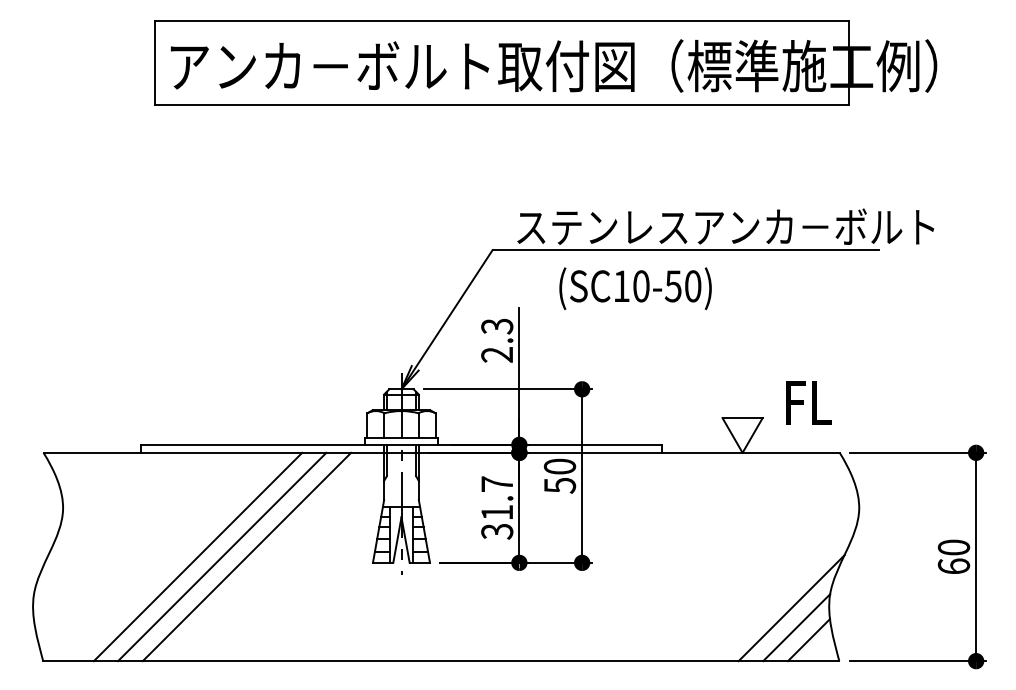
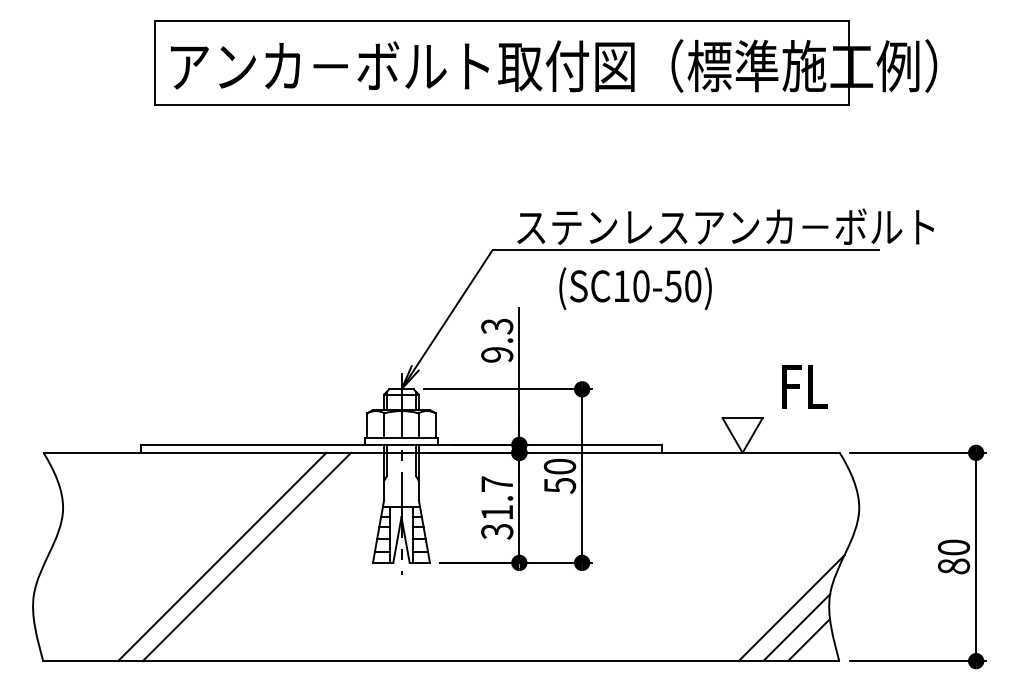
text at (497, 354): 2.3 -> 9.3
text at (808, 402) position: (808, 402) -> (804, 386)
line at (197, 556): present -> none
text at (953, 566): 60 -> 80
